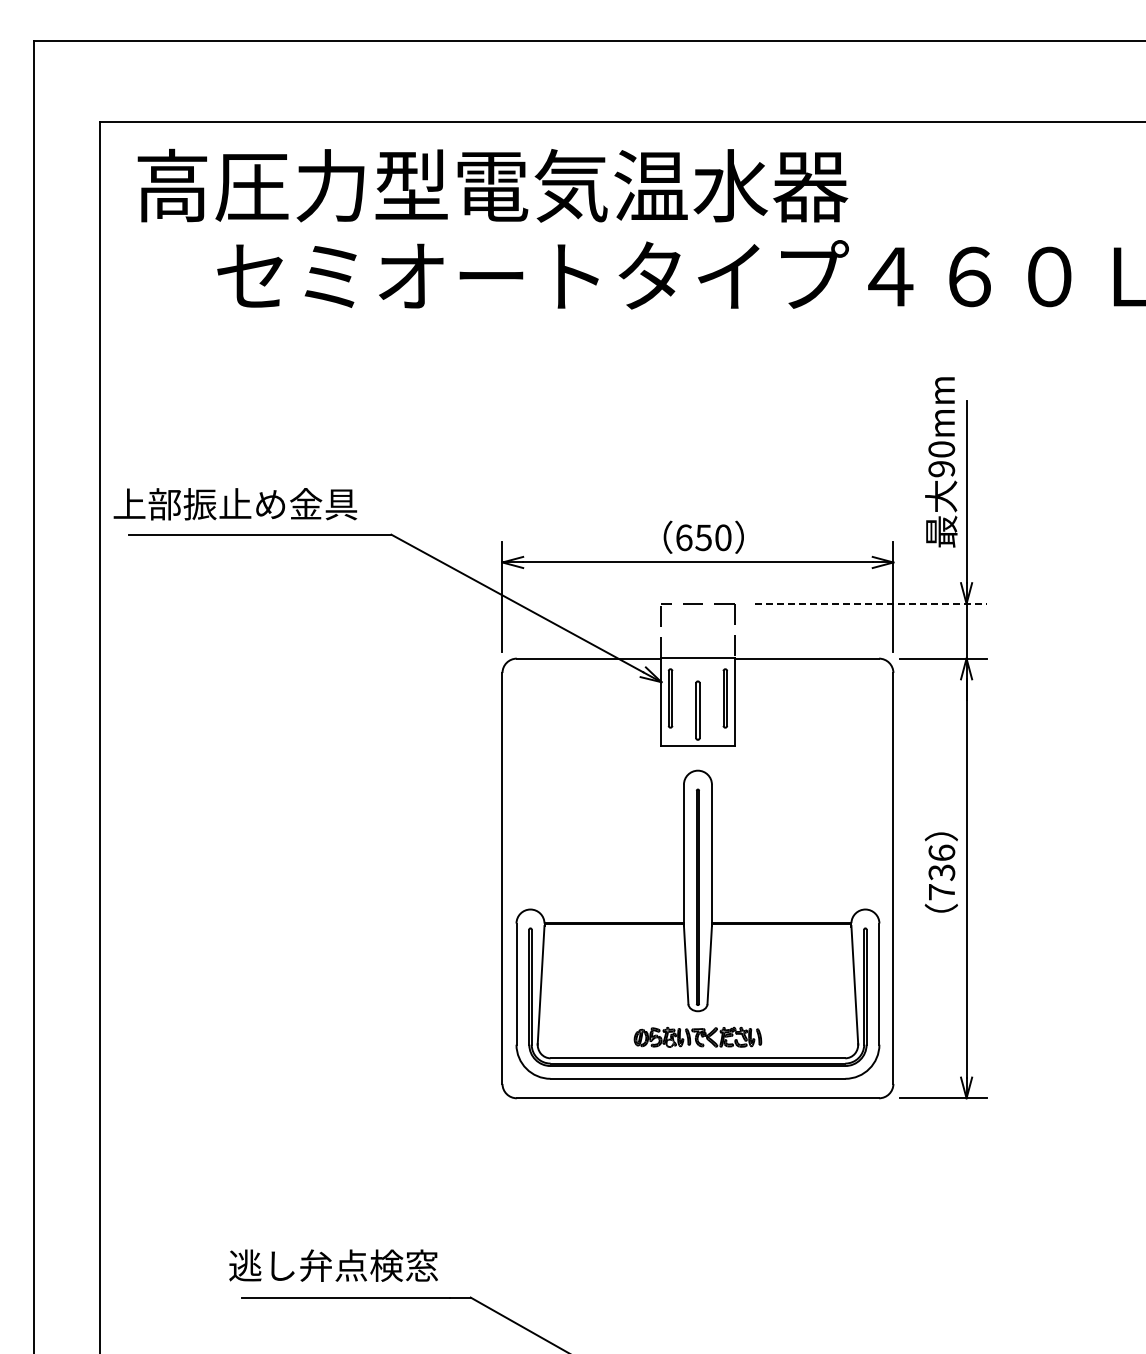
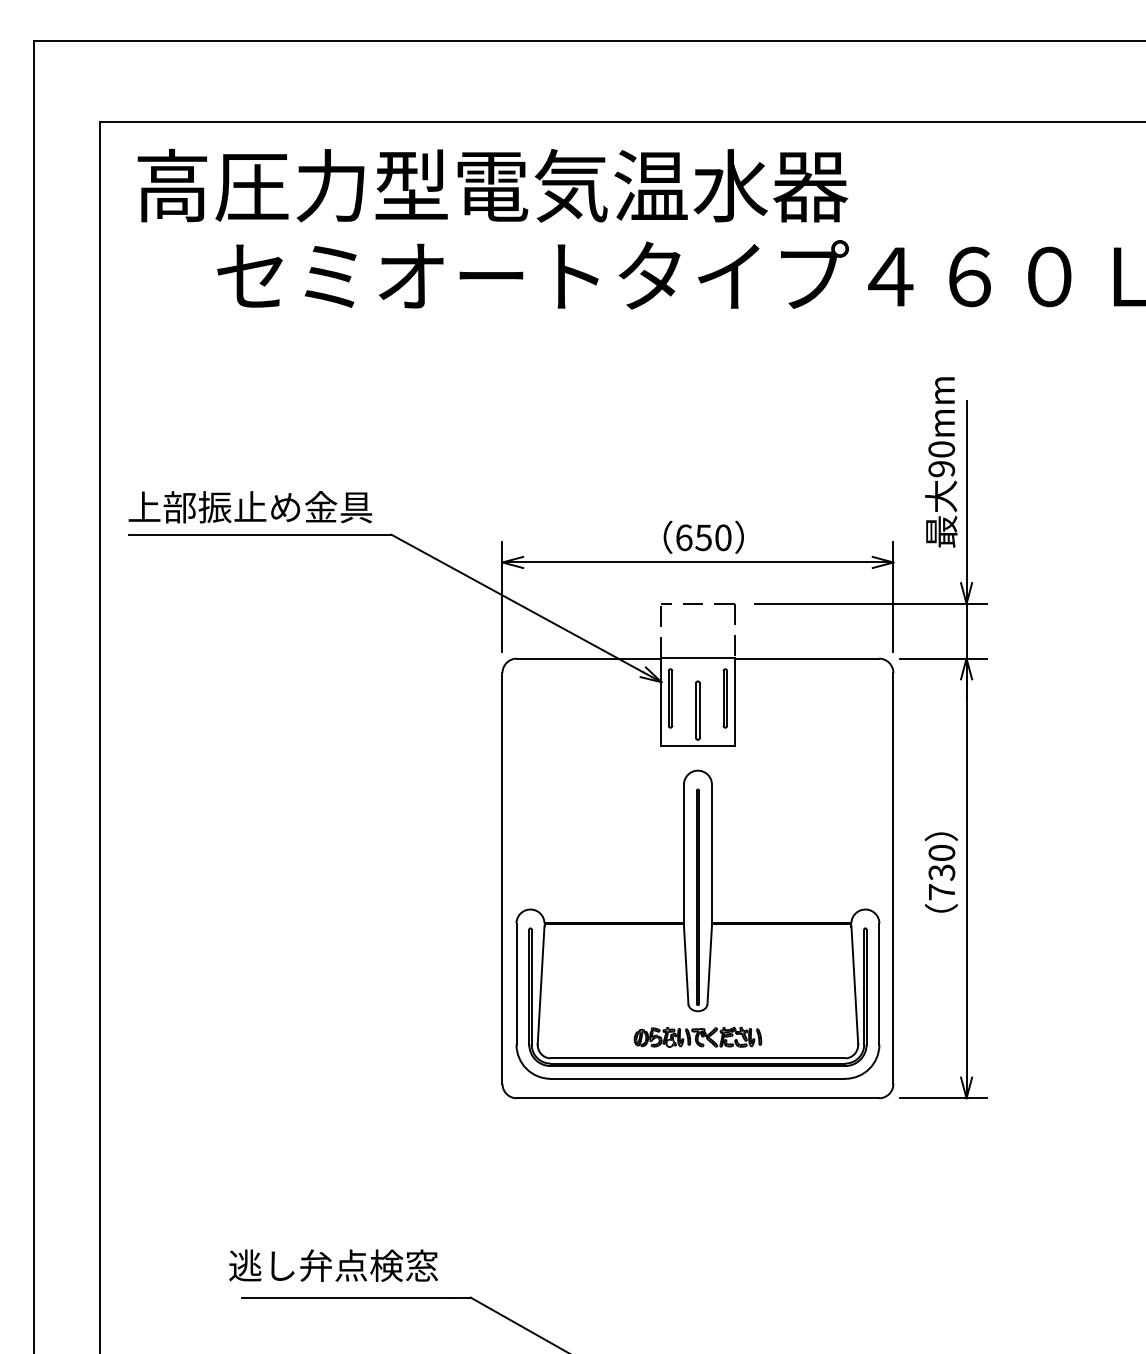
text at (235, 504) position: (235, 504) -> (250, 507)
line at (871, 603): dashed -> solid
text at (941, 852): 736 -> 730
